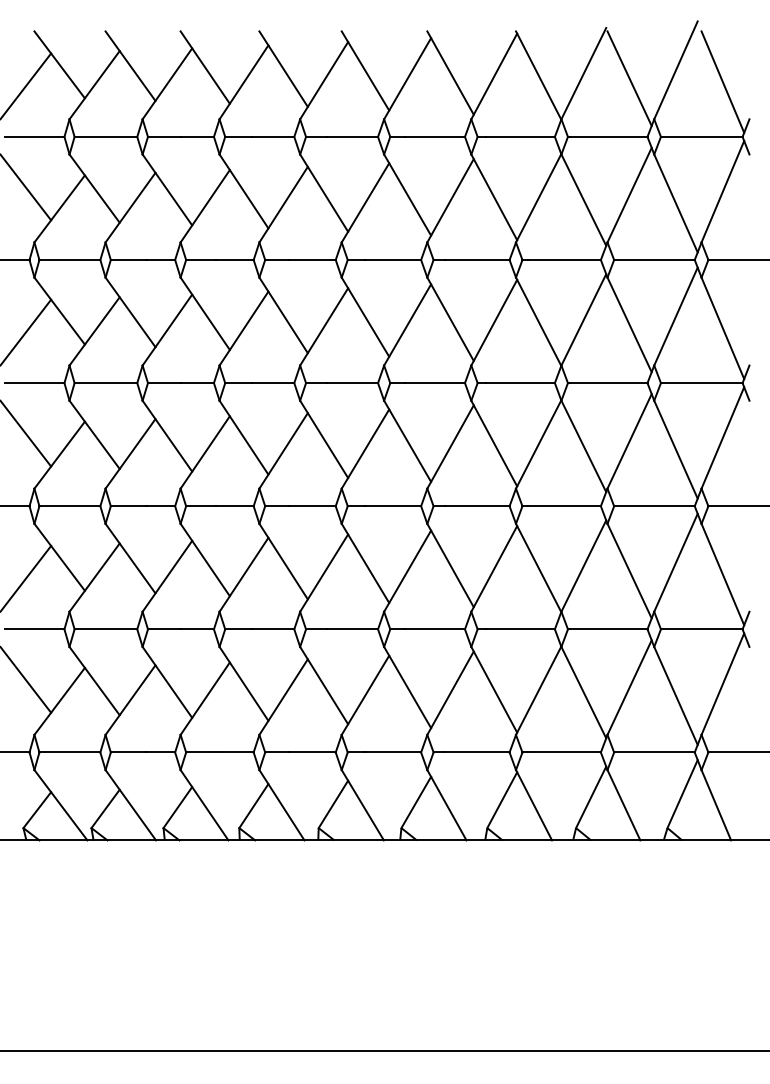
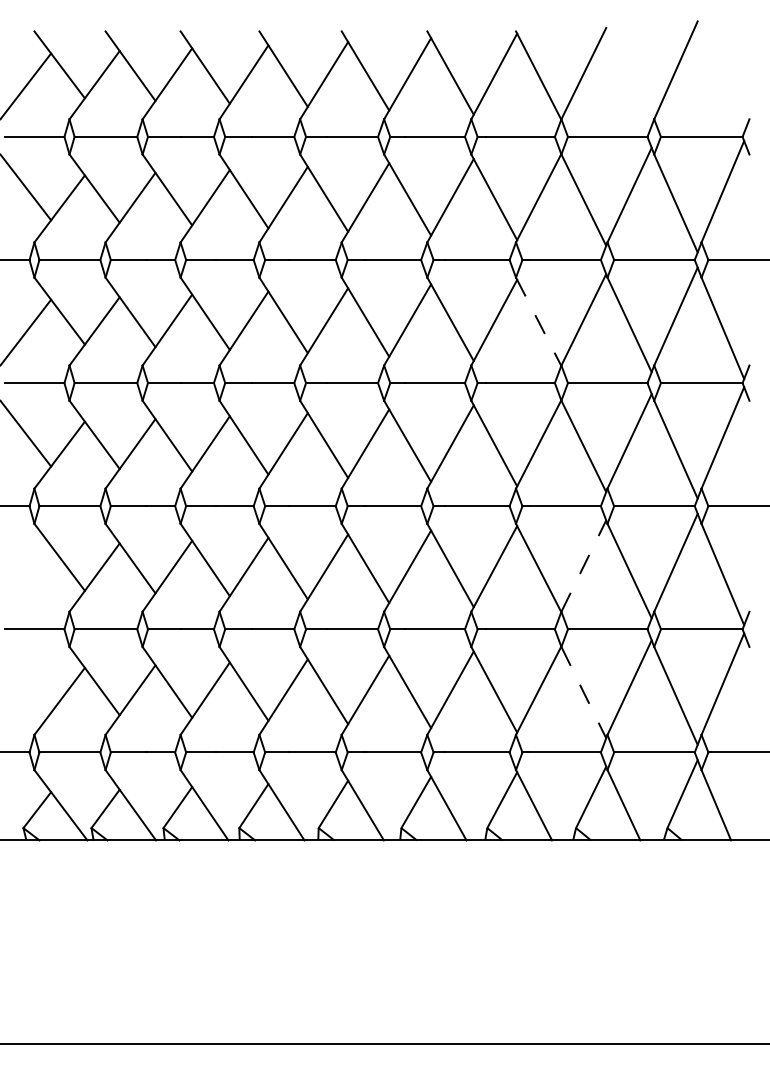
line at (629, 78): present -> none
line at (722, 81): present -> none
line at (538, 321): solid -> dashed
line at (583, 566): solid -> dashed
line at (26, 577): present -> none
line at (26, 680): present -> none
line at (583, 692): solid -> dashed
line at (384, 1051) position: (384, 1051) -> (384, 1044)
